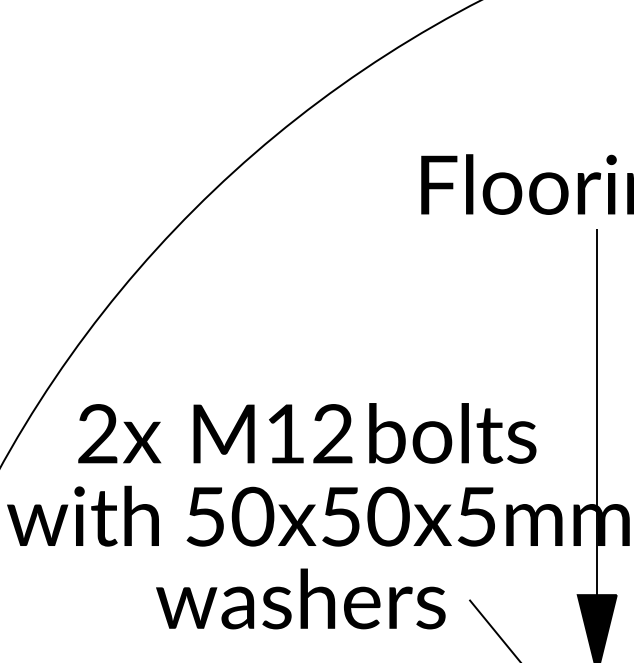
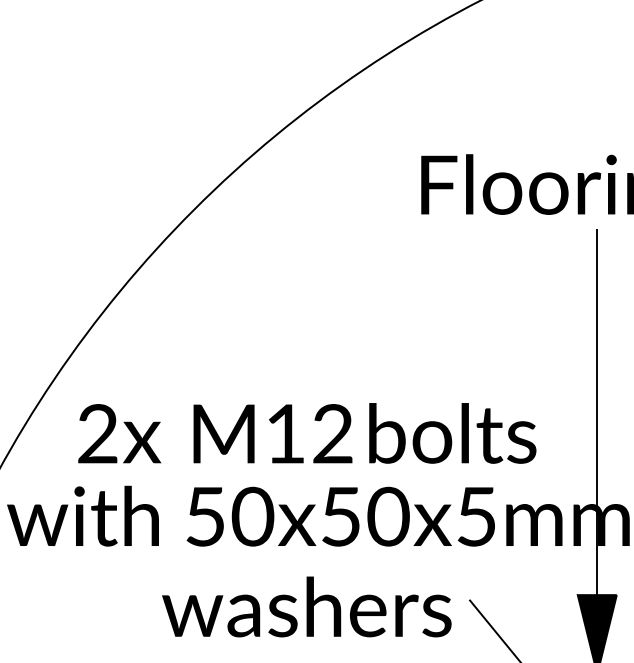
text at (300, 598) position: (300, 598) -> (306, 606)
